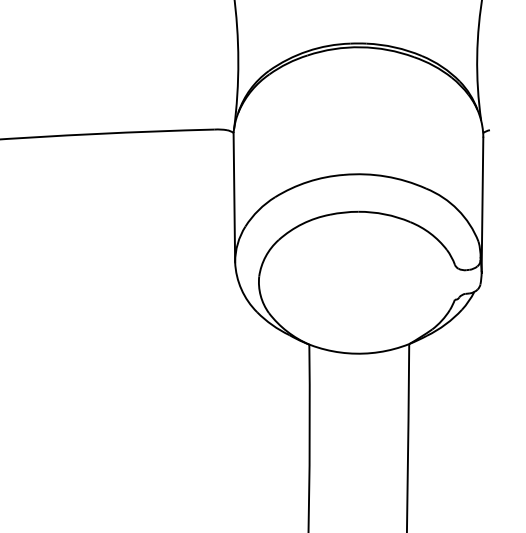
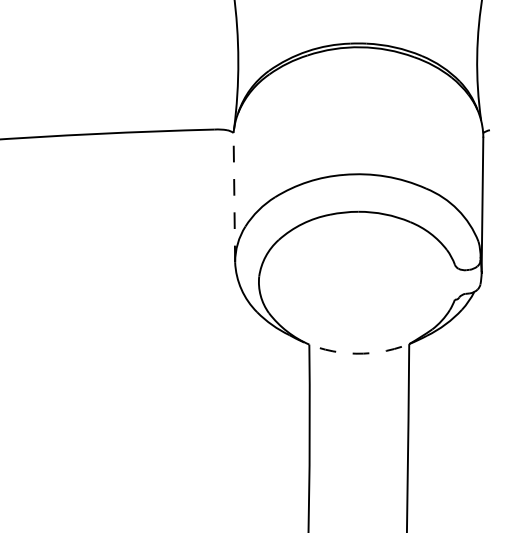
line at (234, 197): solid -> dashed
arc at (348, 353): solid -> dashed
